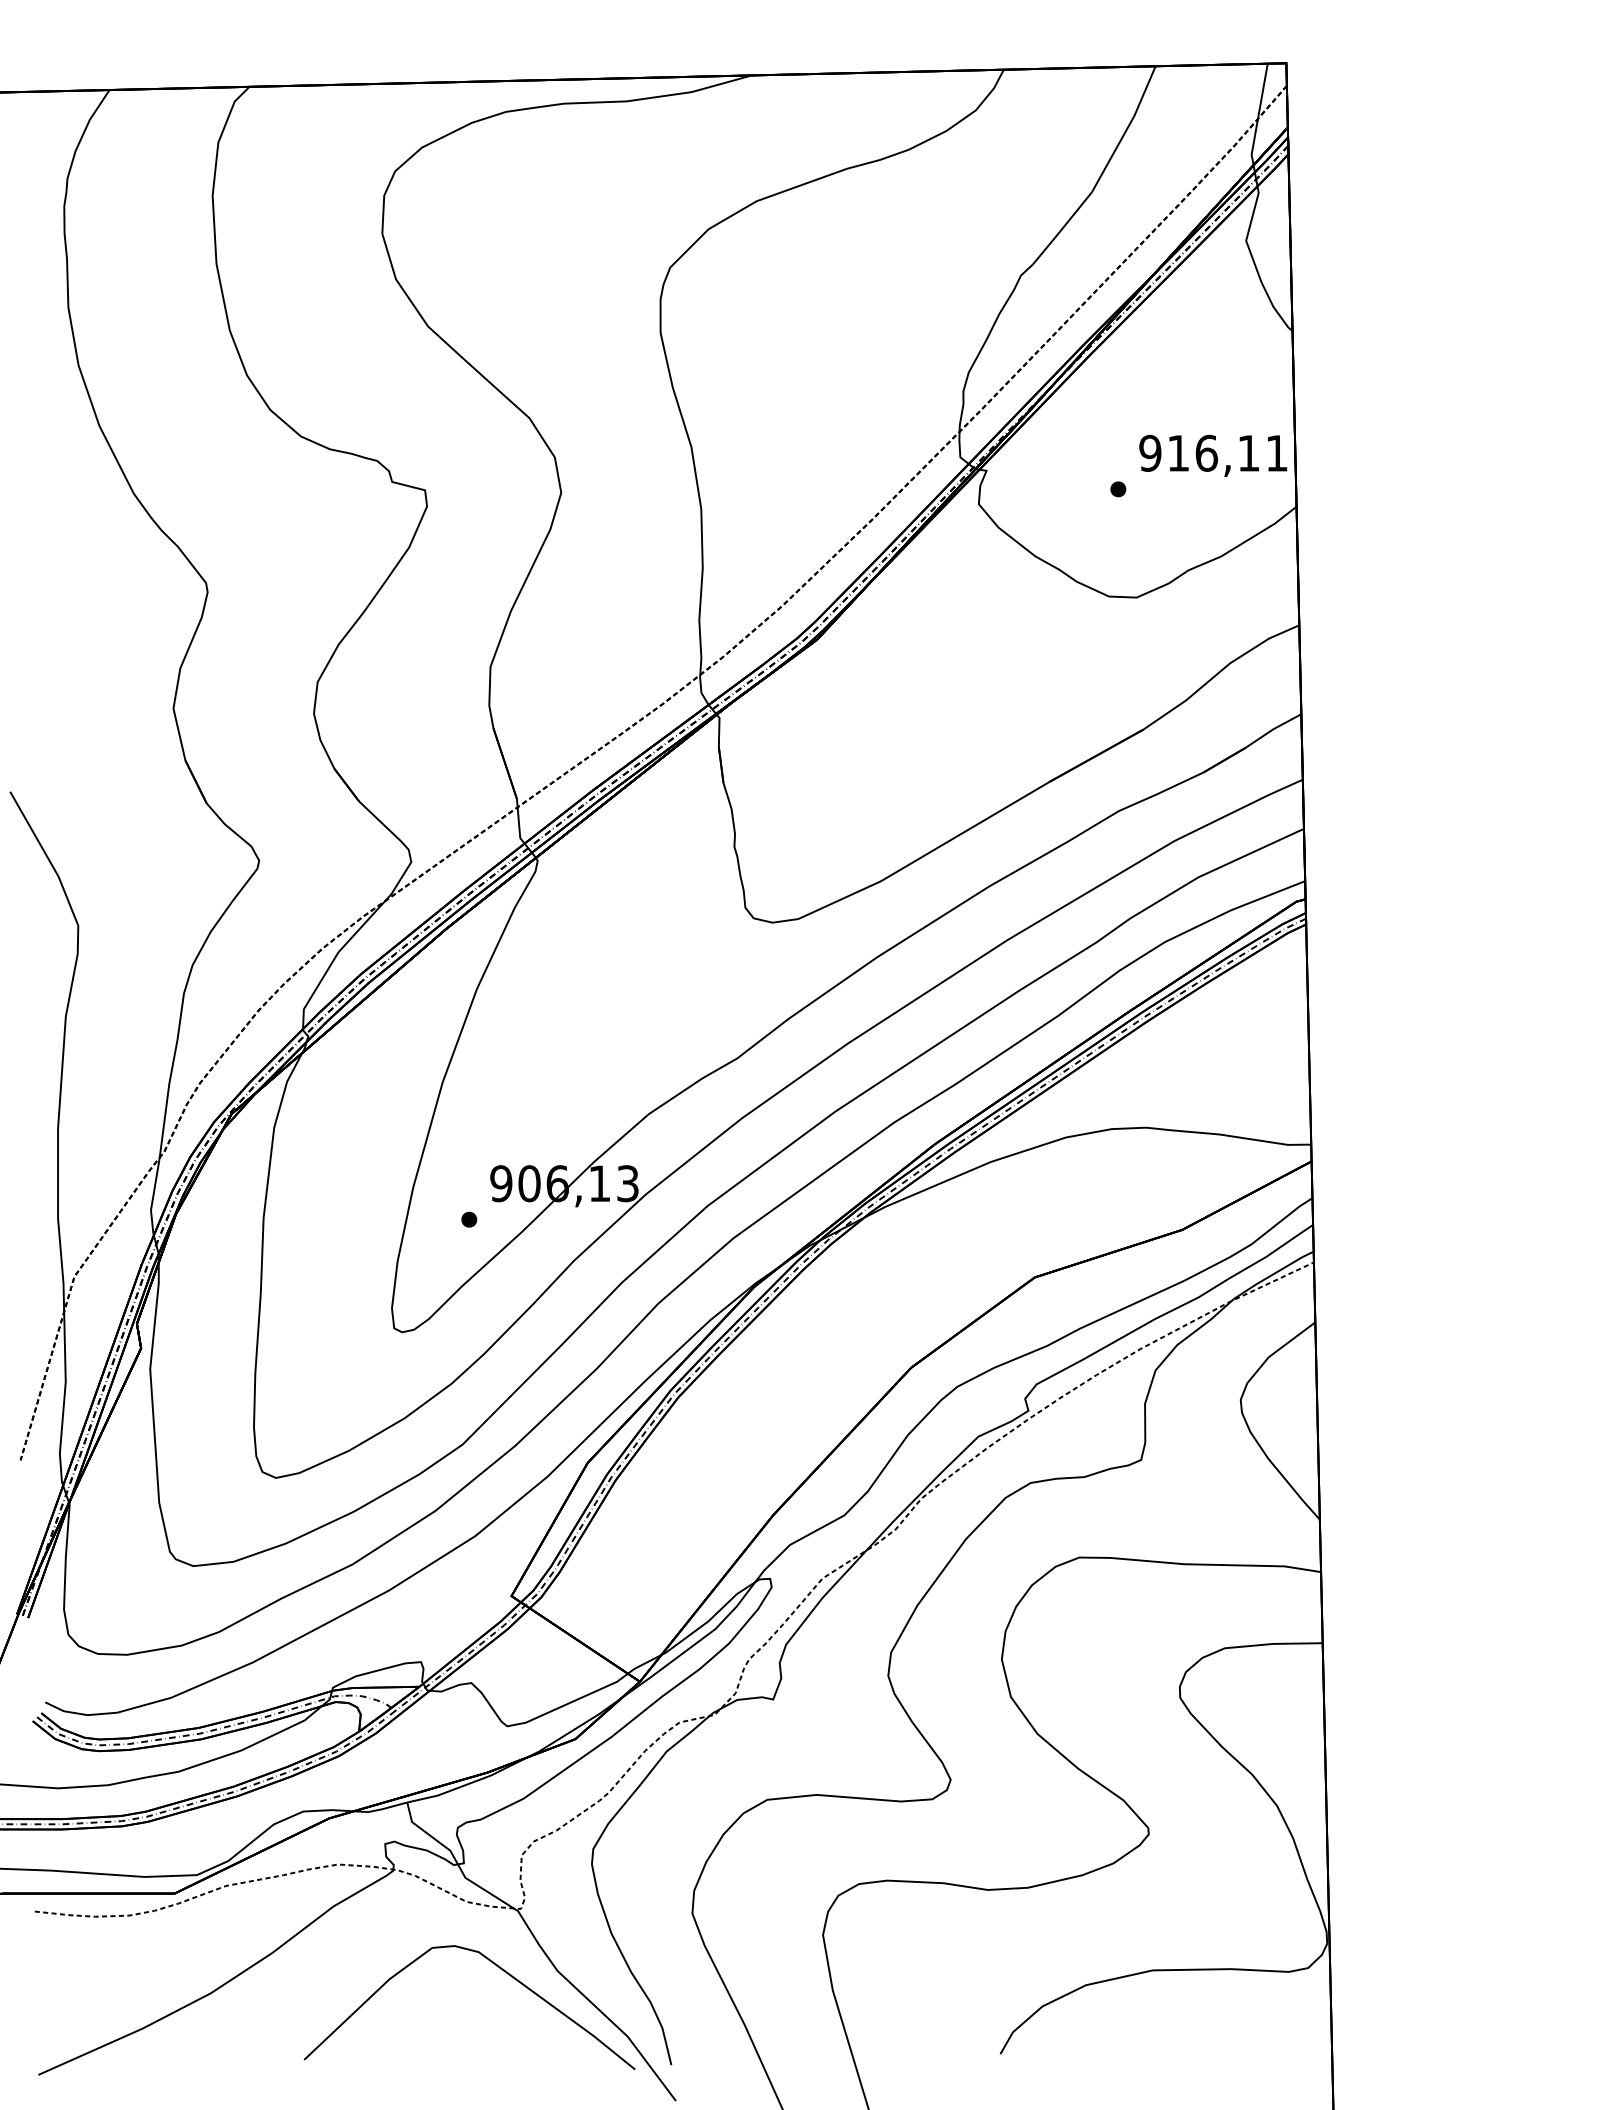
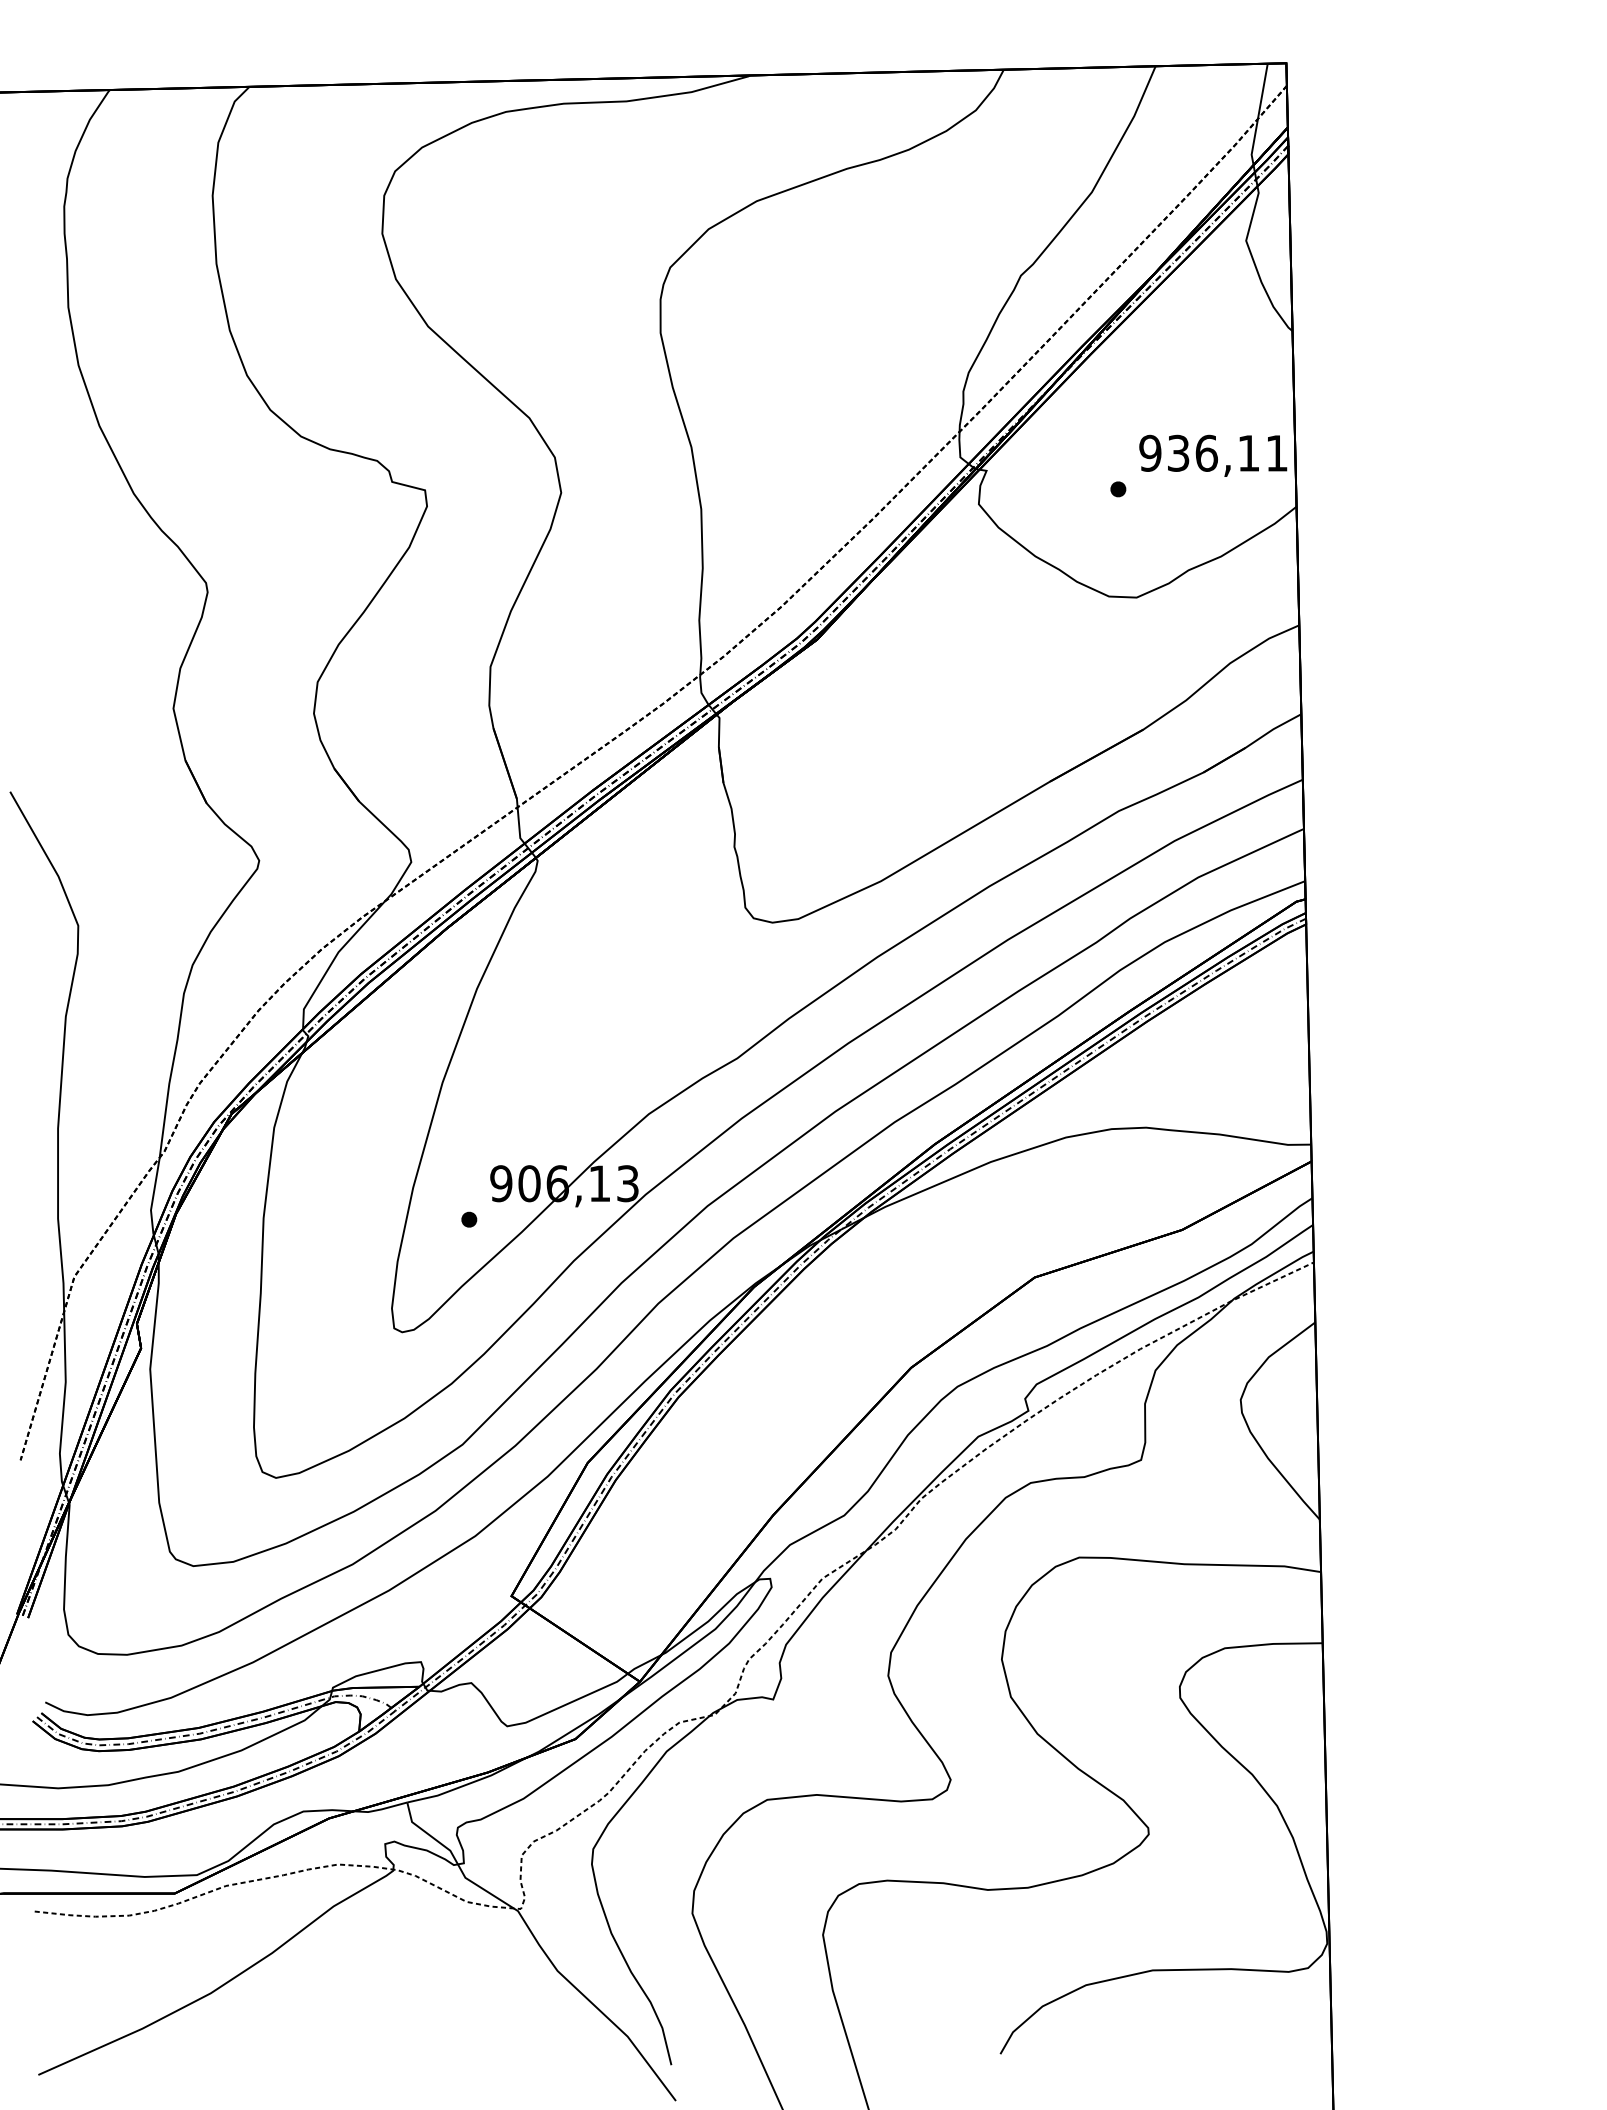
text at (1178, 452): 916,11 -> 936,11
curve at (500, 1969): present -> none
